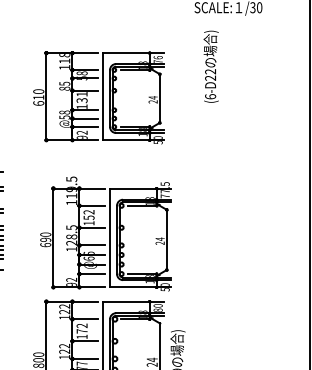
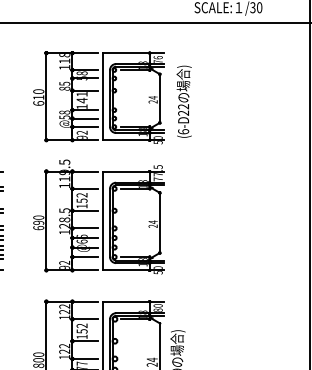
line at (155, 22): none -> present
text at (210, 66) position: (210, 66) -> (183, 101)
text at (81, 100): 131 -> 141
part at (105, 233) position: (105, 233) -> (98, 216)
text at (81, 331): 172 -> 152
